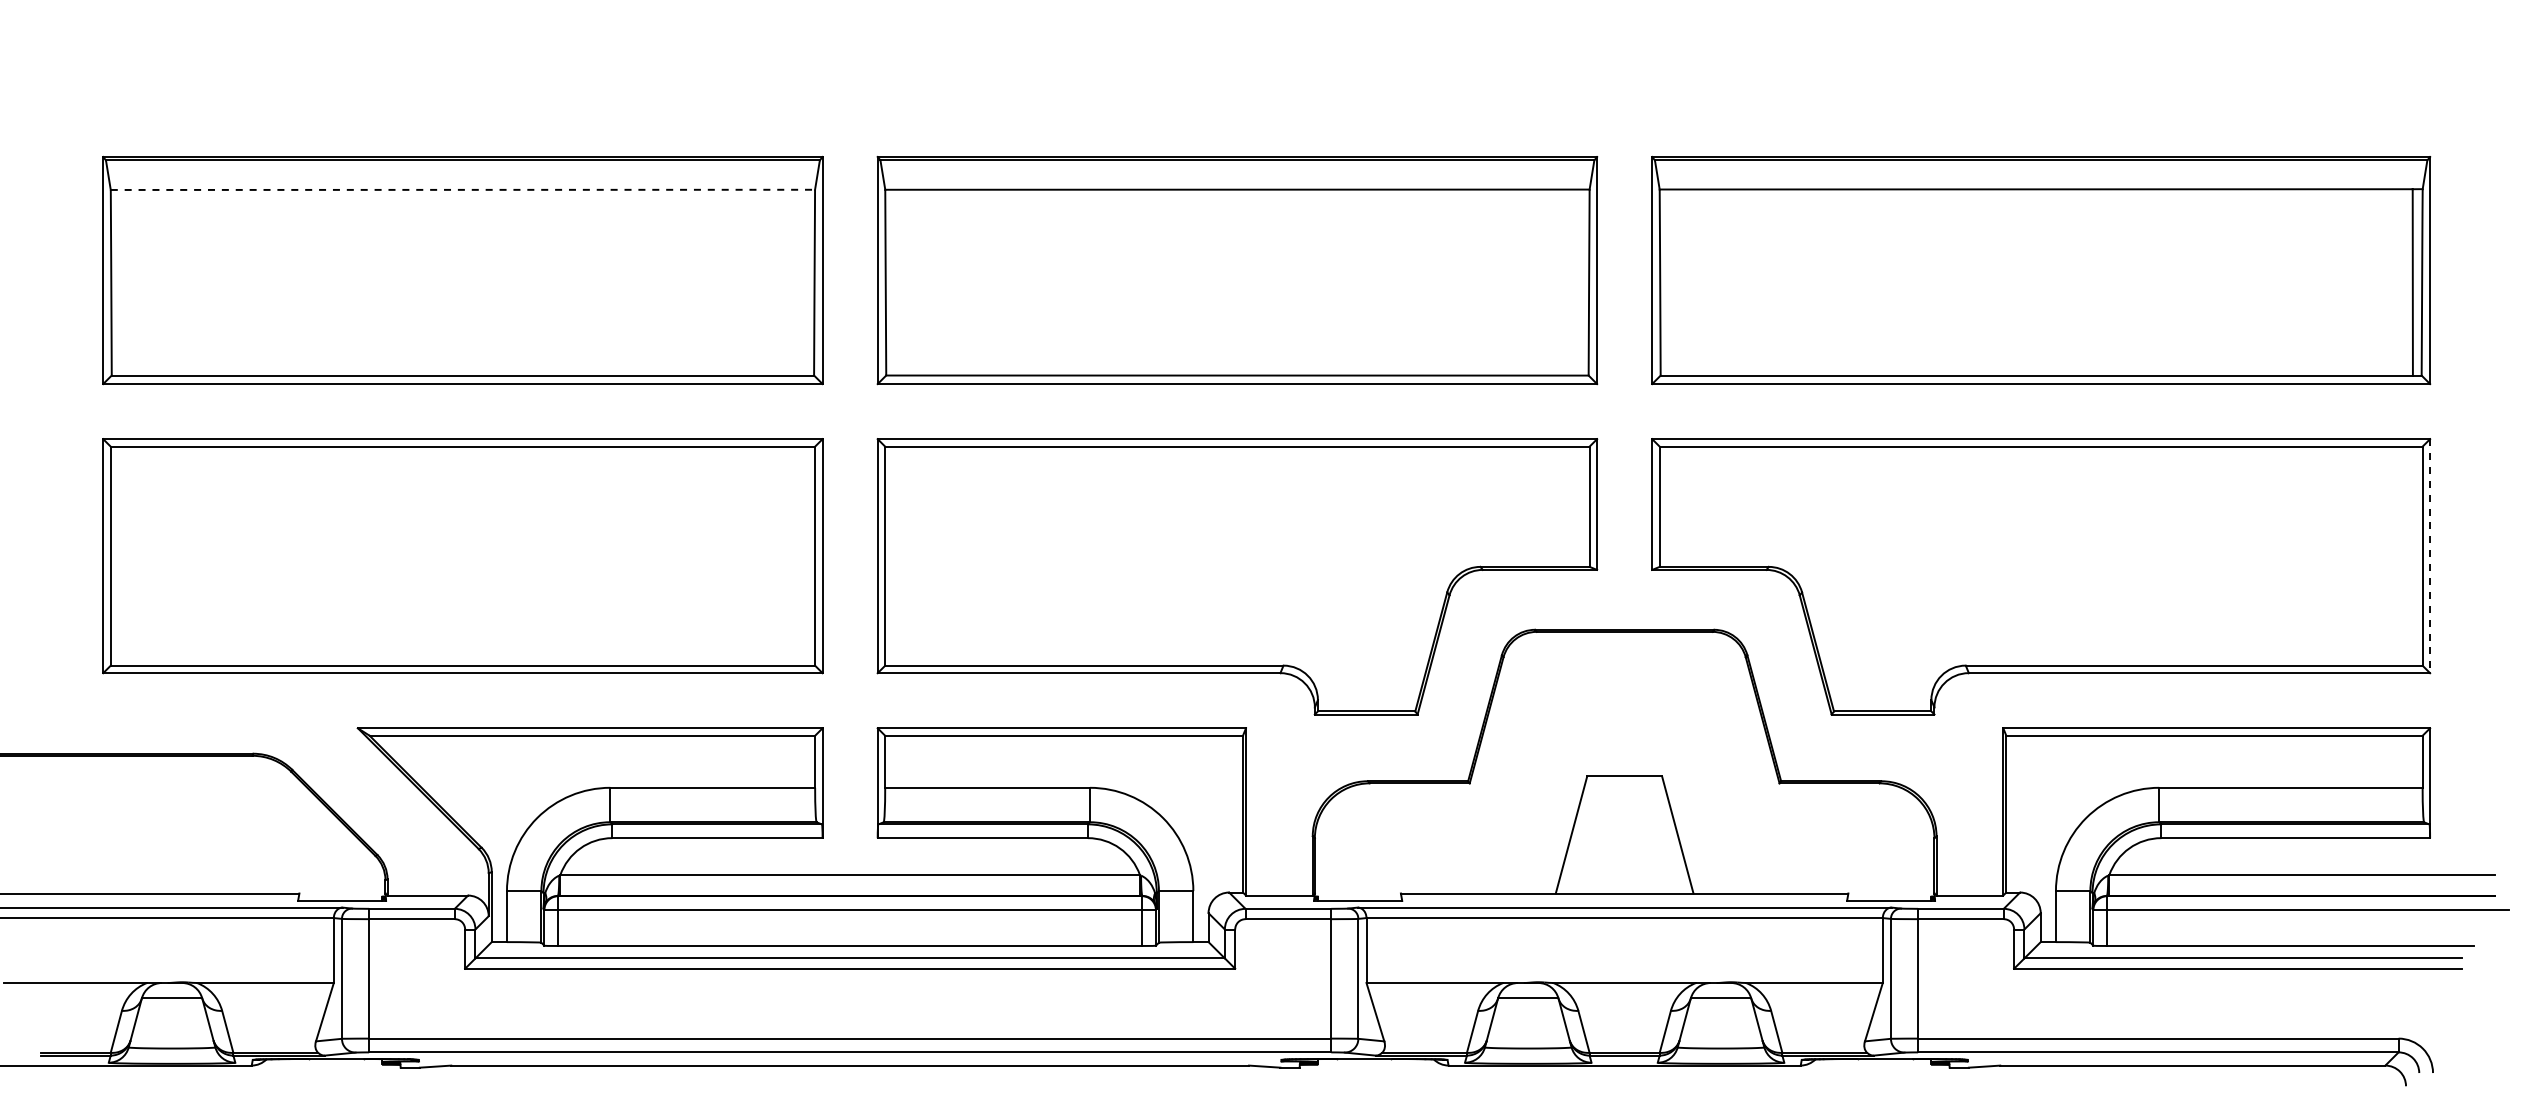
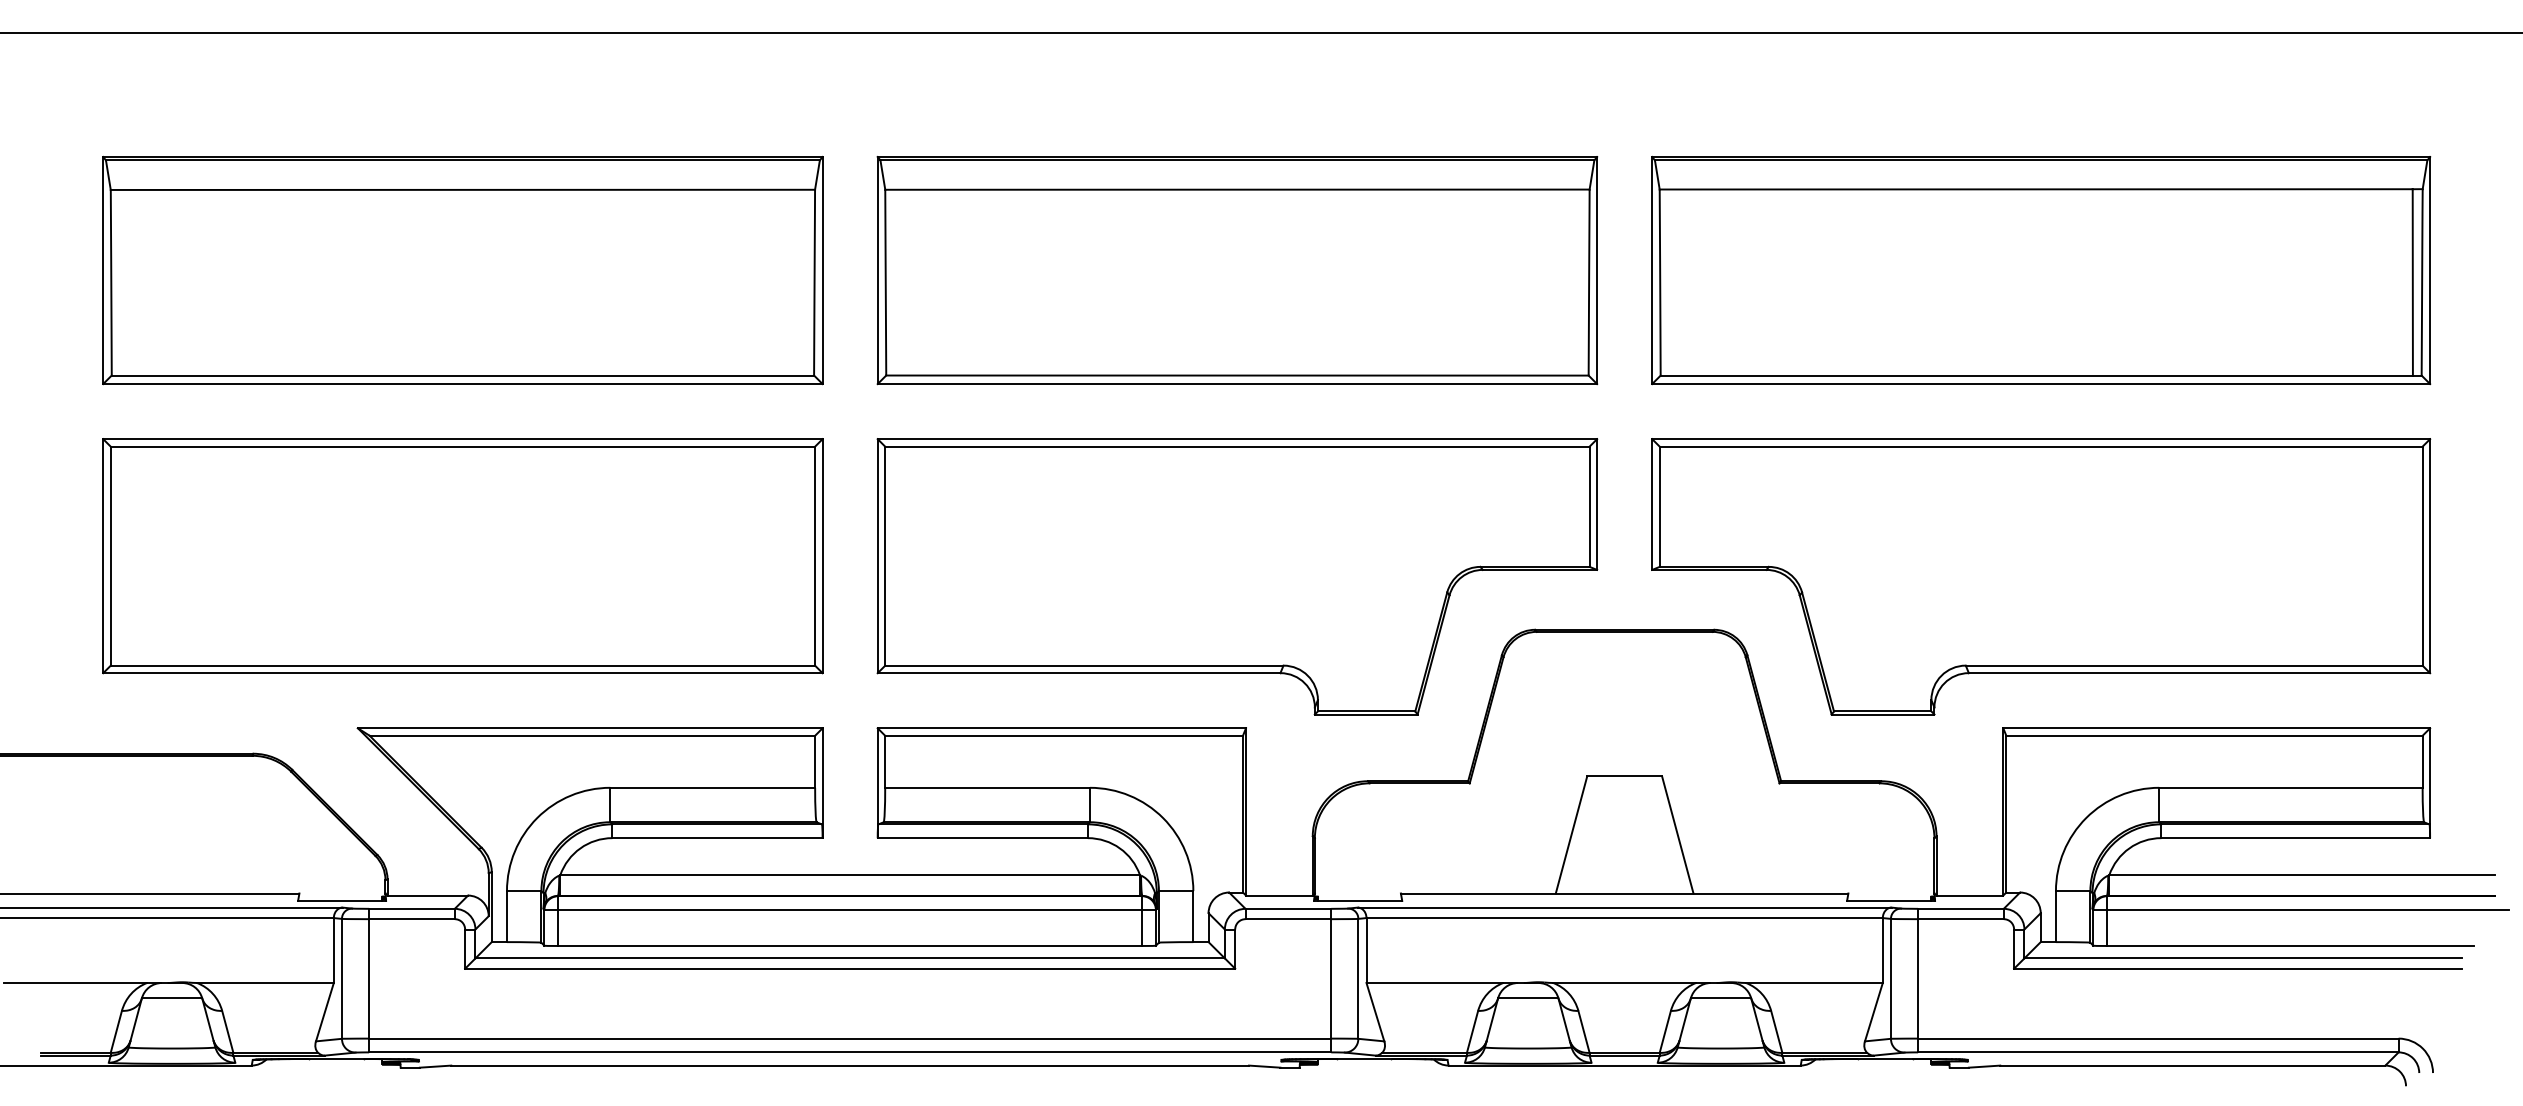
line at (1260, 32): none -> present
line at (463, 189): dashed -> solid
line at (2430, 556): dashed -> solid
